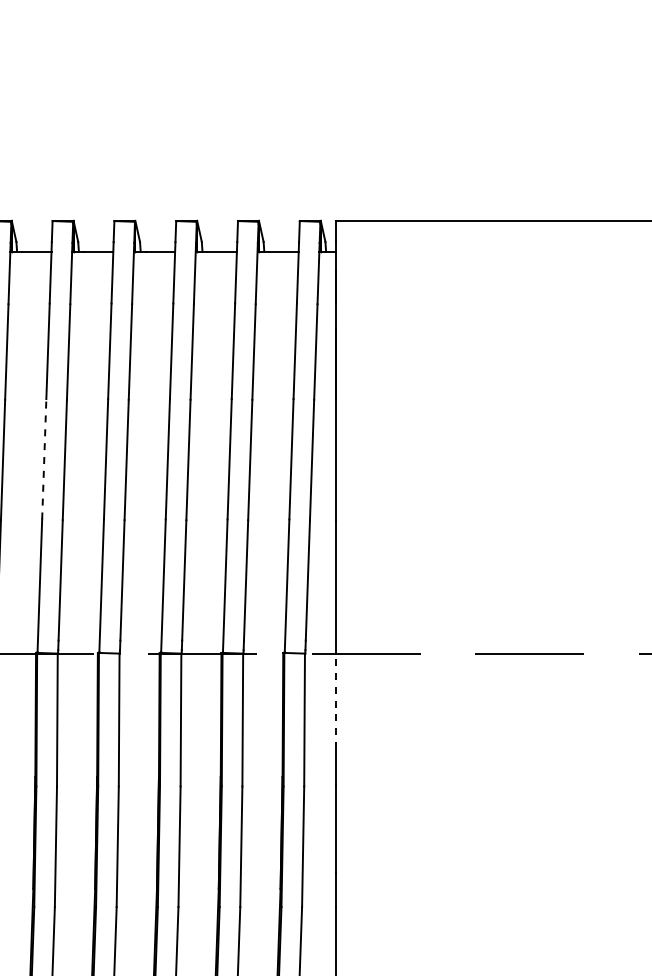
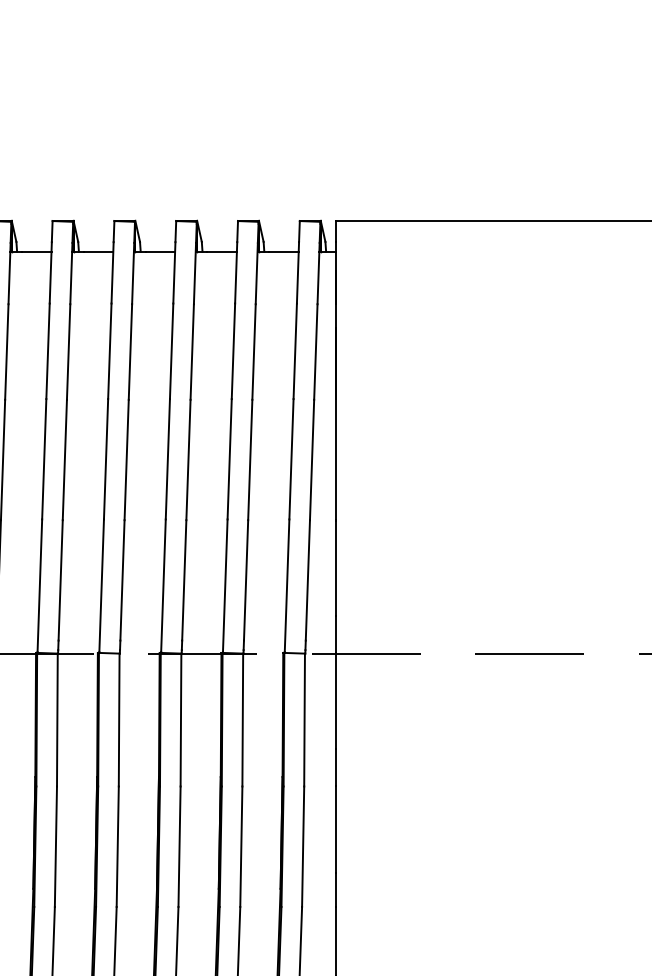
line at (44, 458): dashed -> solid
line at (336, 700): dashed -> solid
